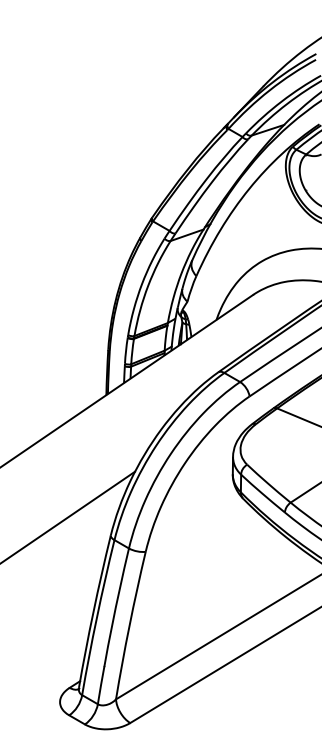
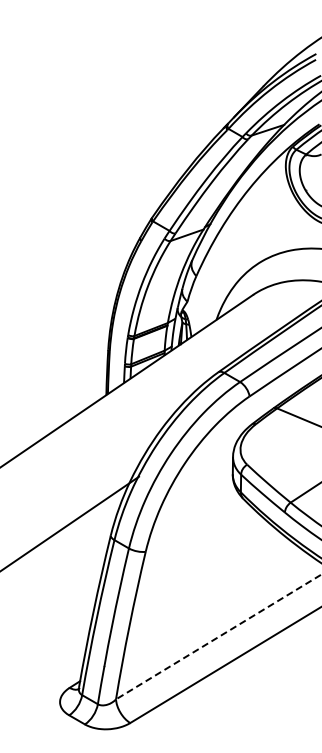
line at (68, 516) position: (68, 516) -> (70, 522)
line at (218, 637): solid -> dashed
